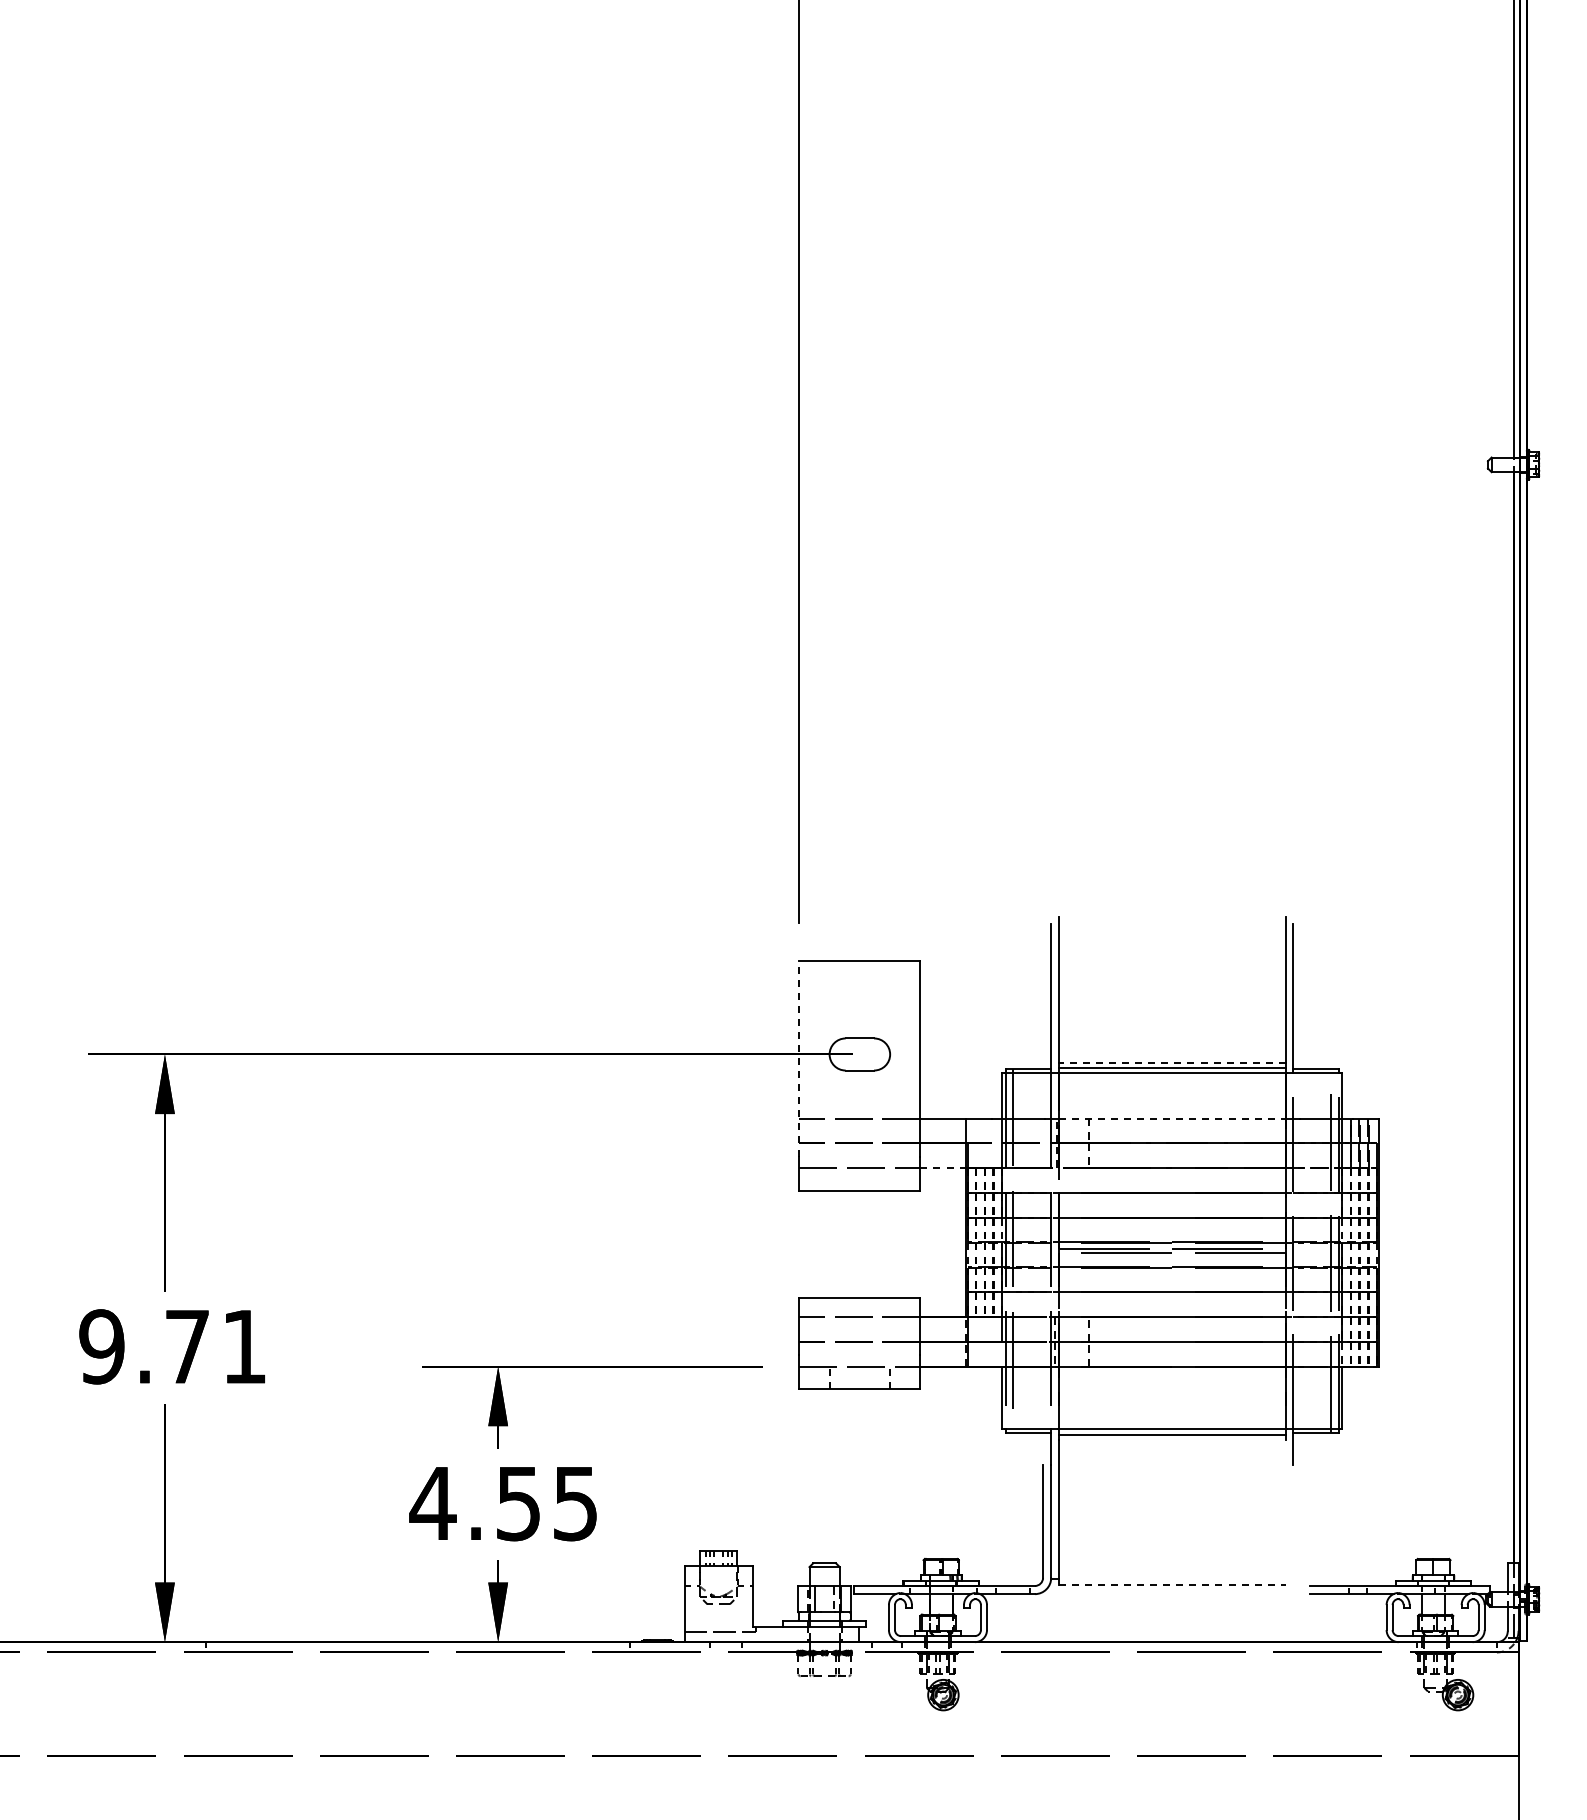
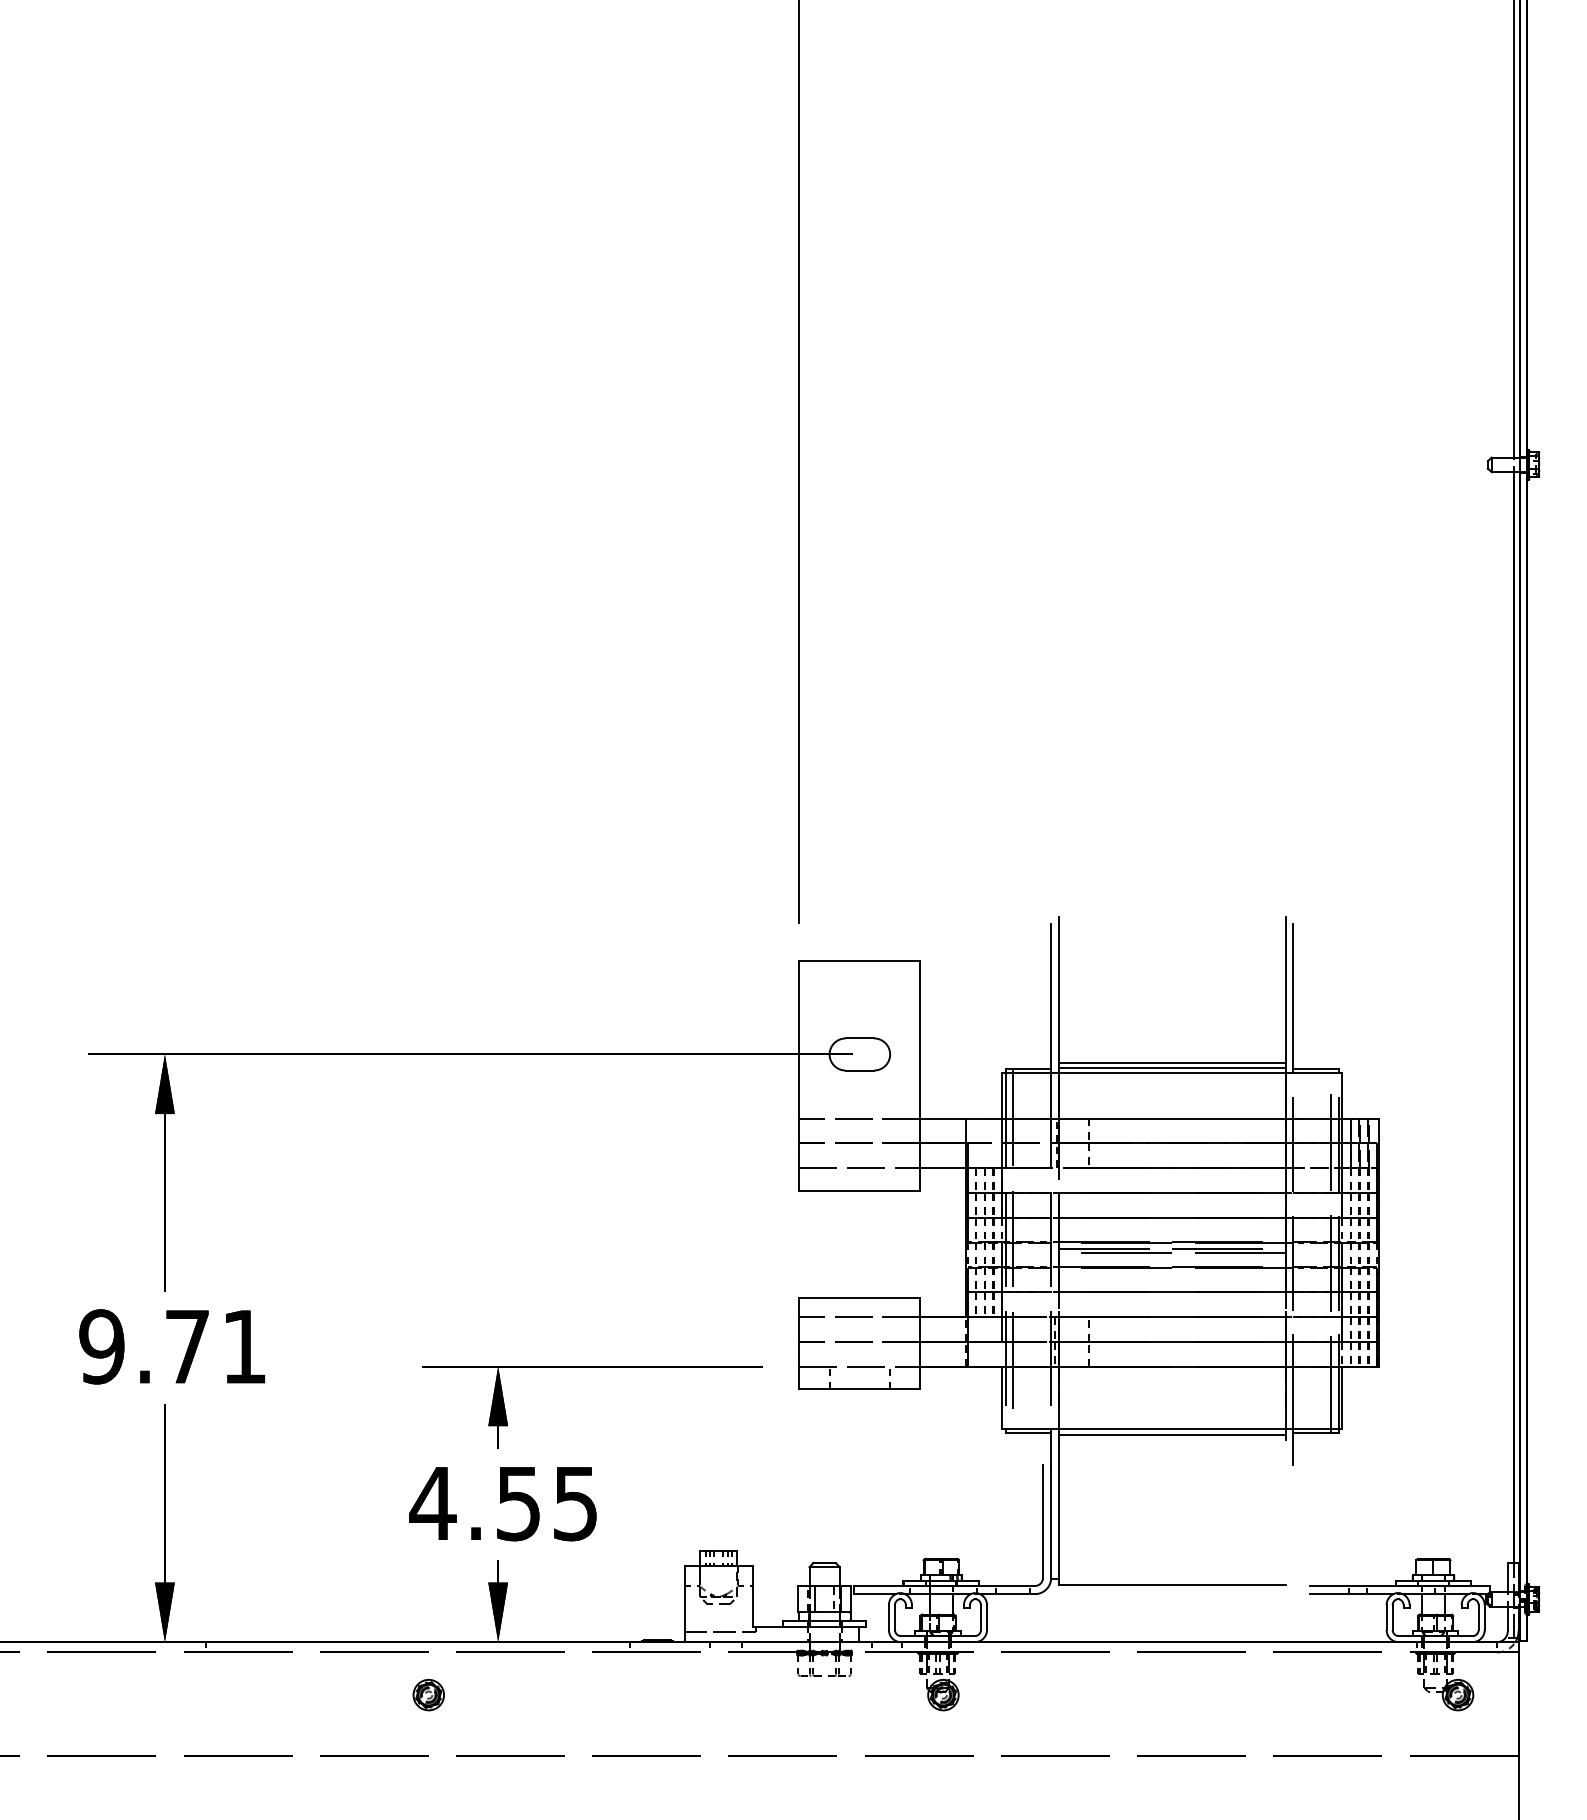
line at (799, 1058): dashed -> solid
line at (1172, 1062): dashed -> solid
line at (1172, 1118): dashed -> solid
line at (943, 1168): dashed -> solid
line at (1172, 1585): dashed -> solid
part at (428, 1695): none -> present
